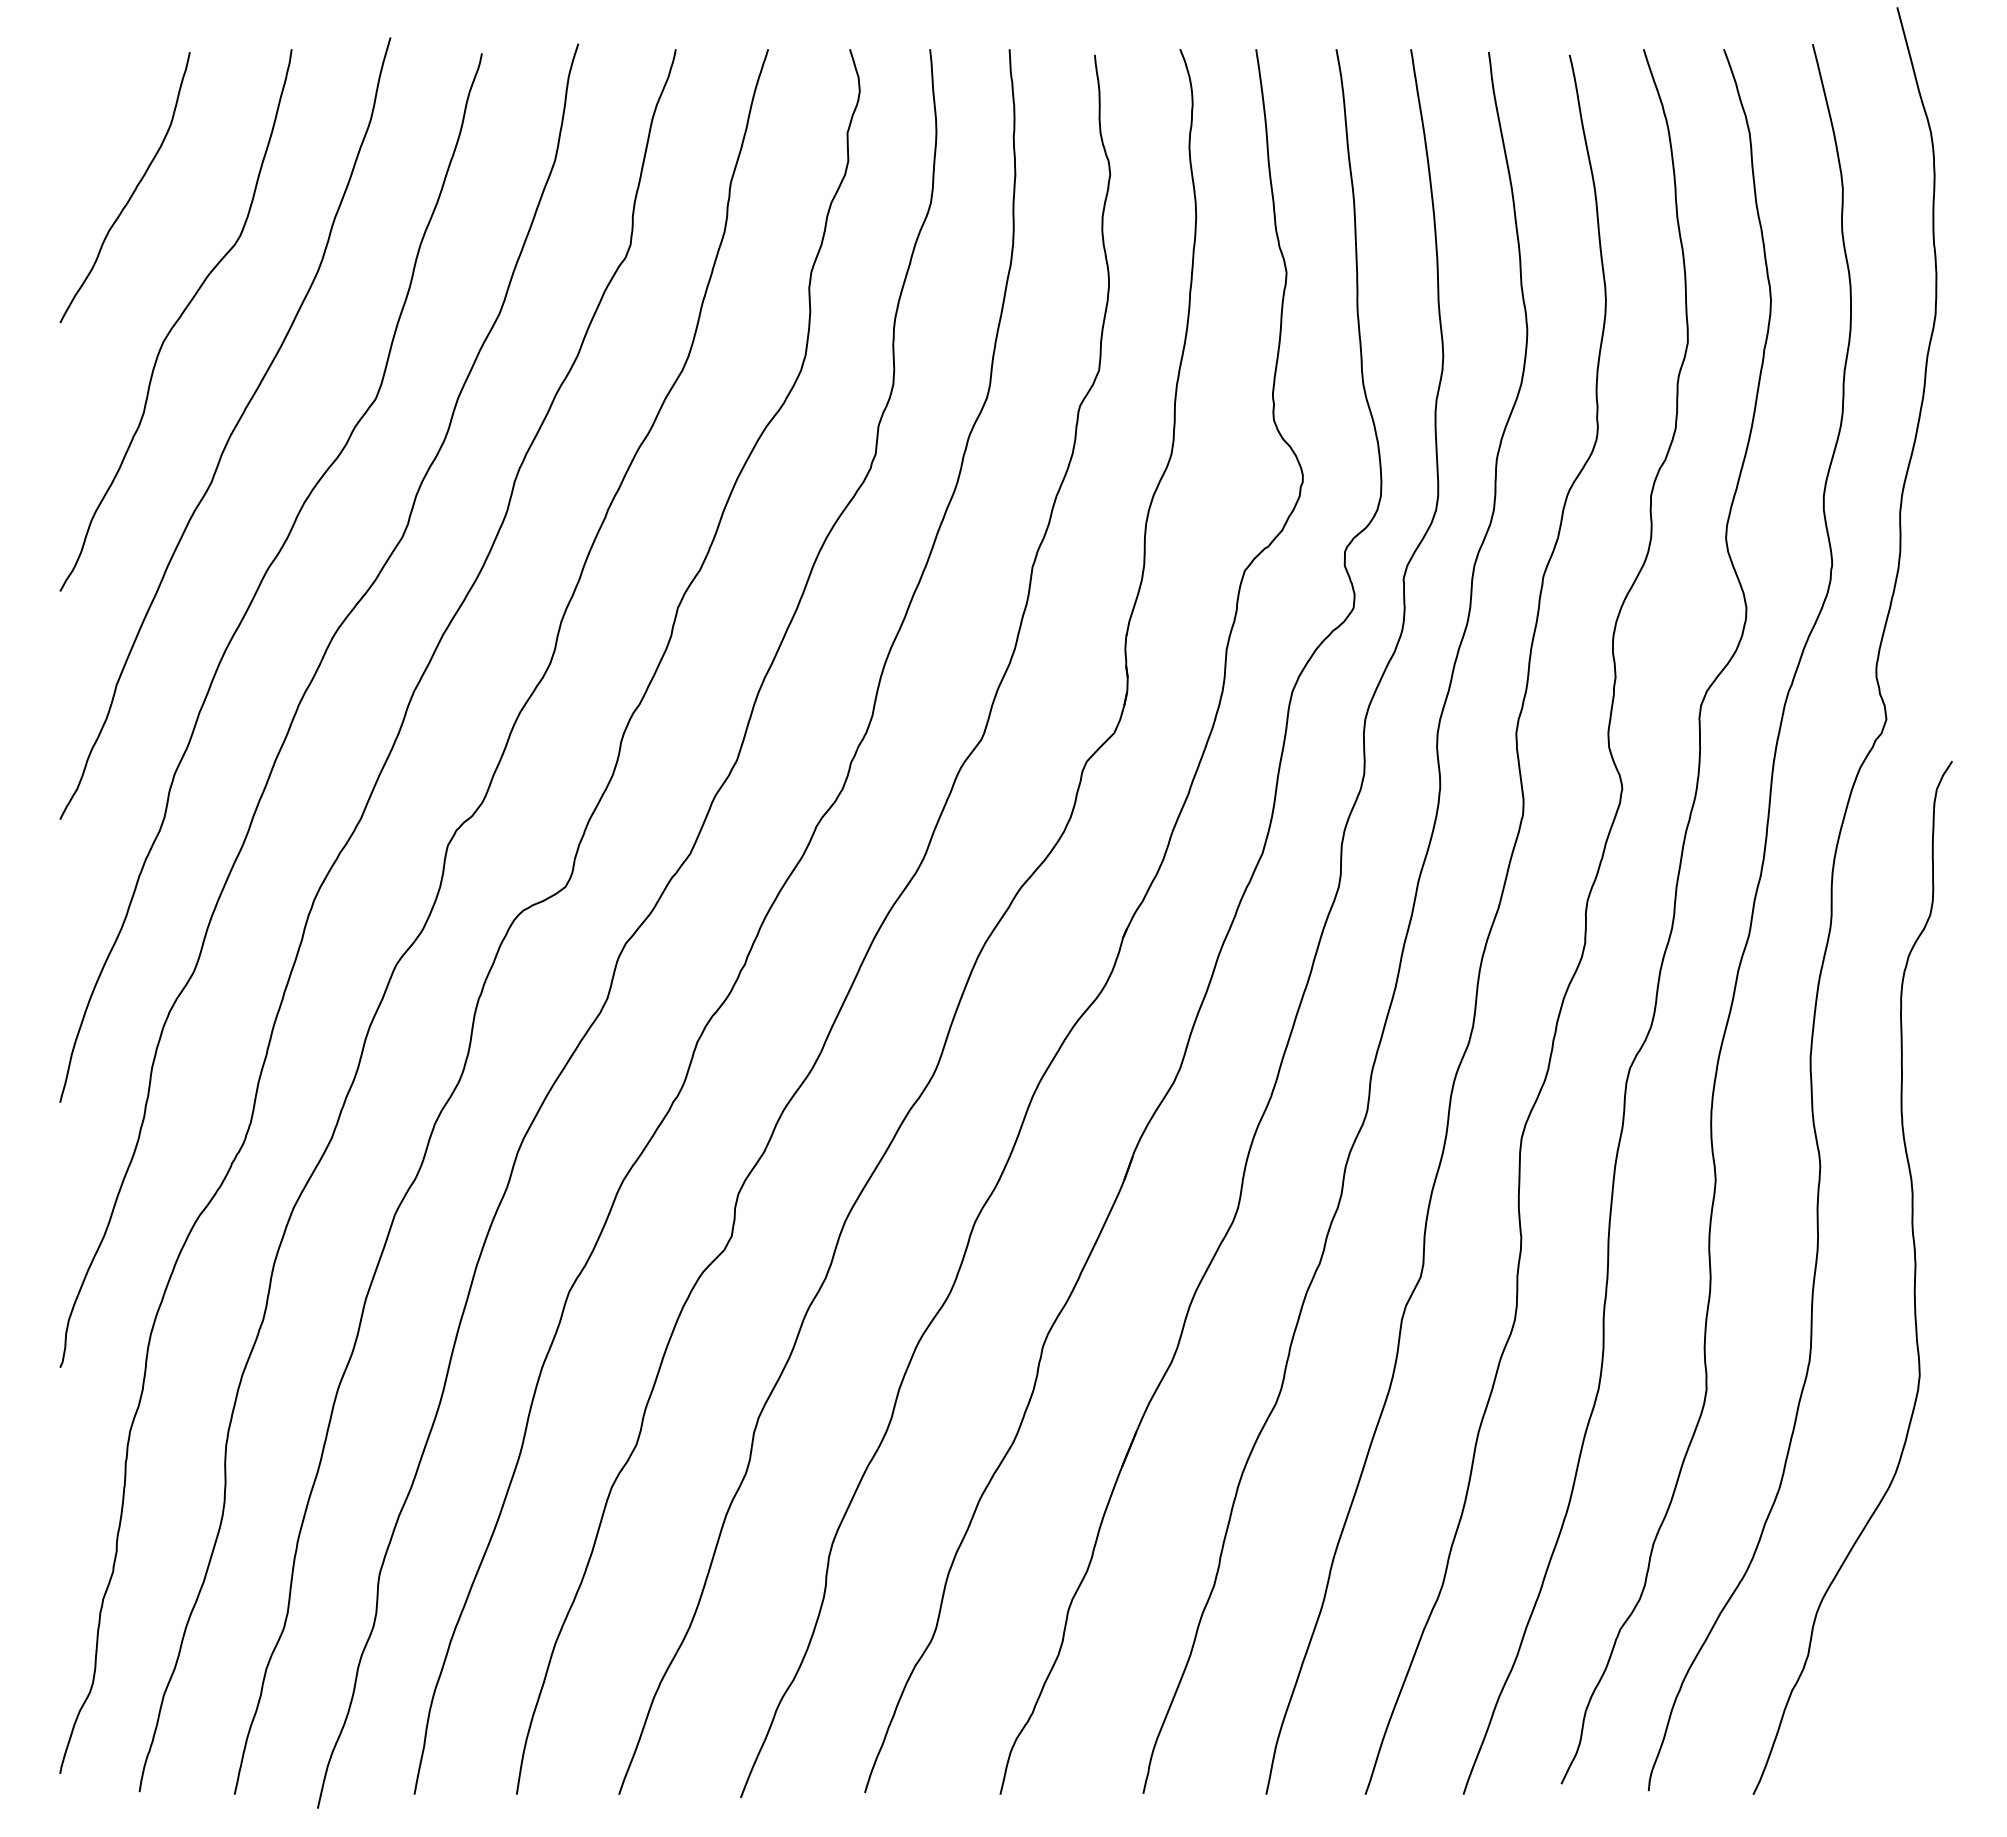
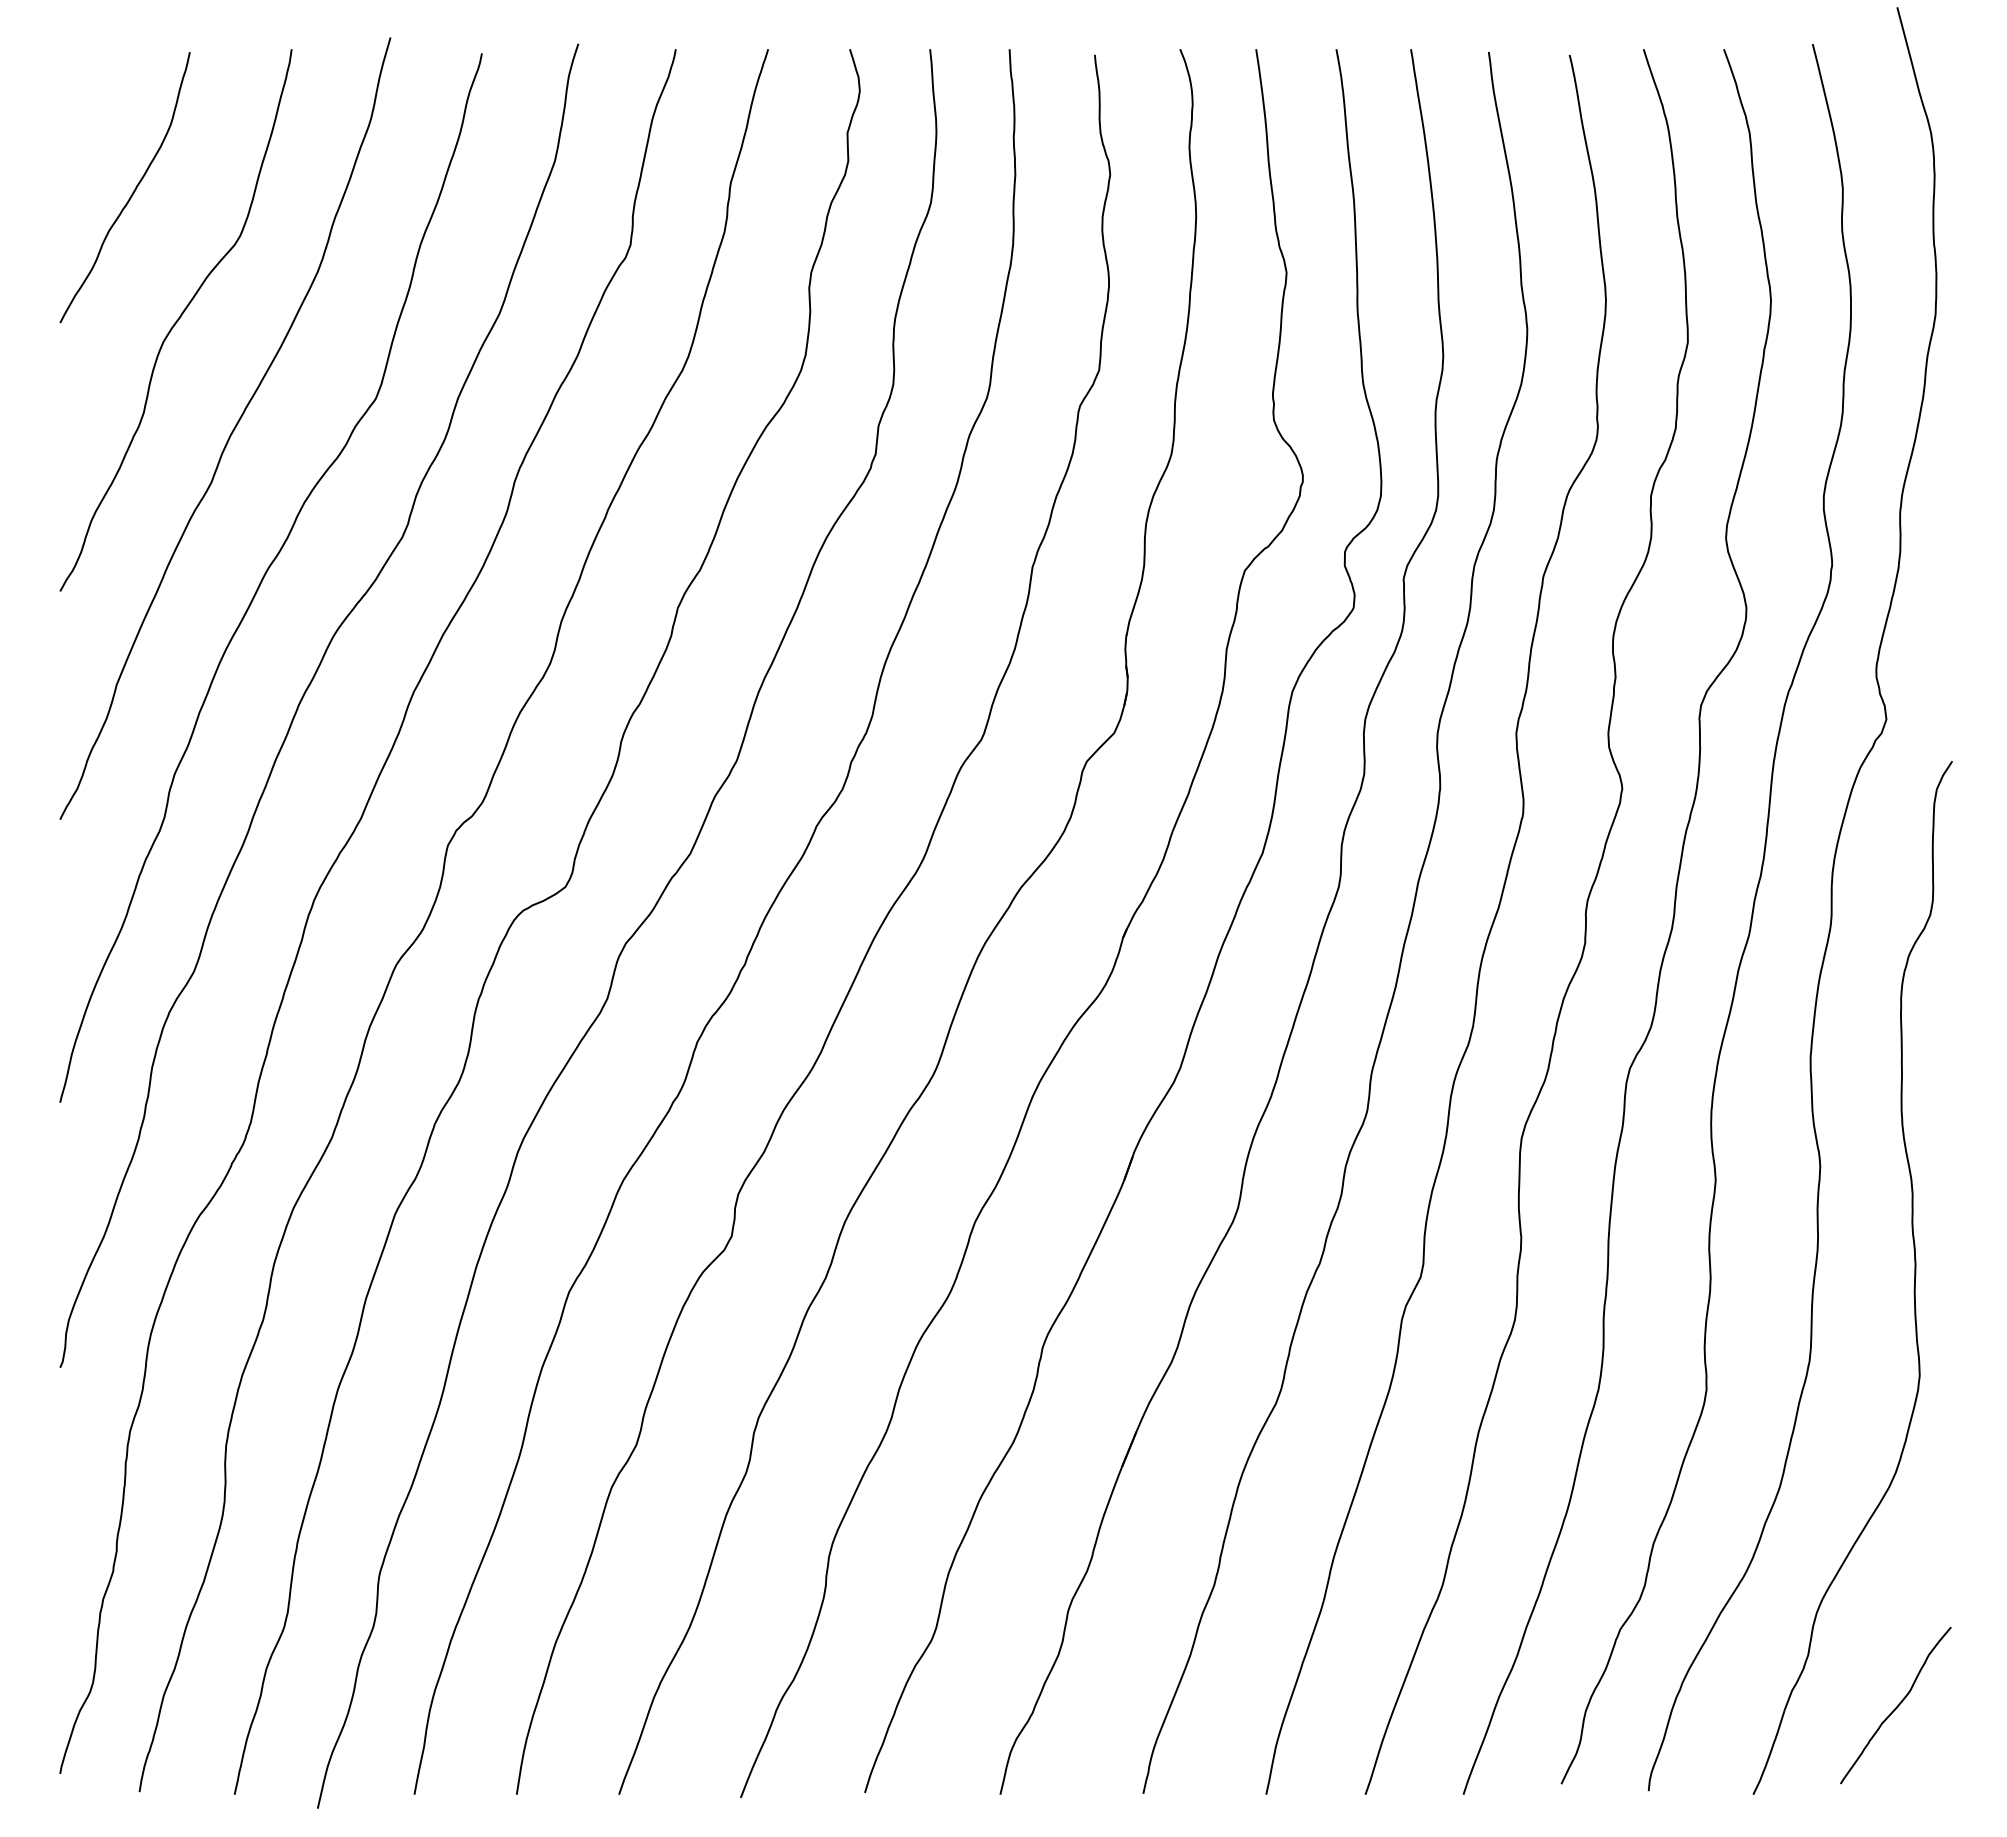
curve at (1896, 1706): none -> present
